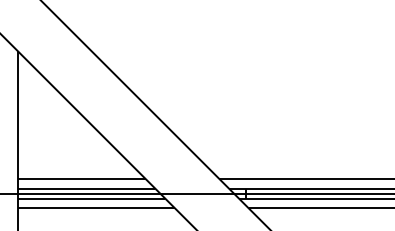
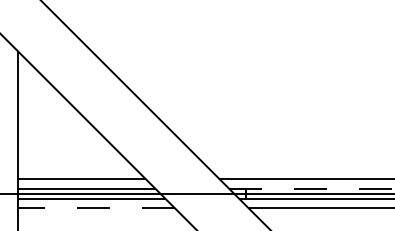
line at (311, 188): solid -> dashed
line at (95, 208): solid -> dashed
